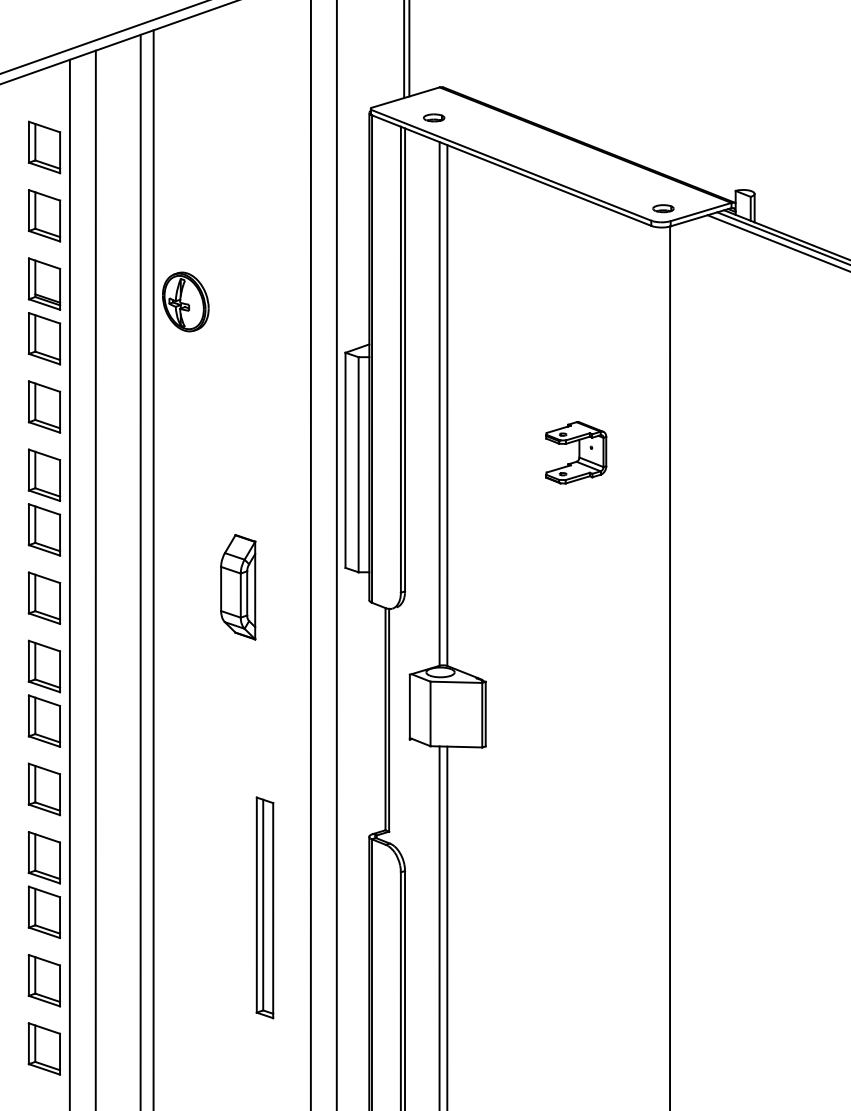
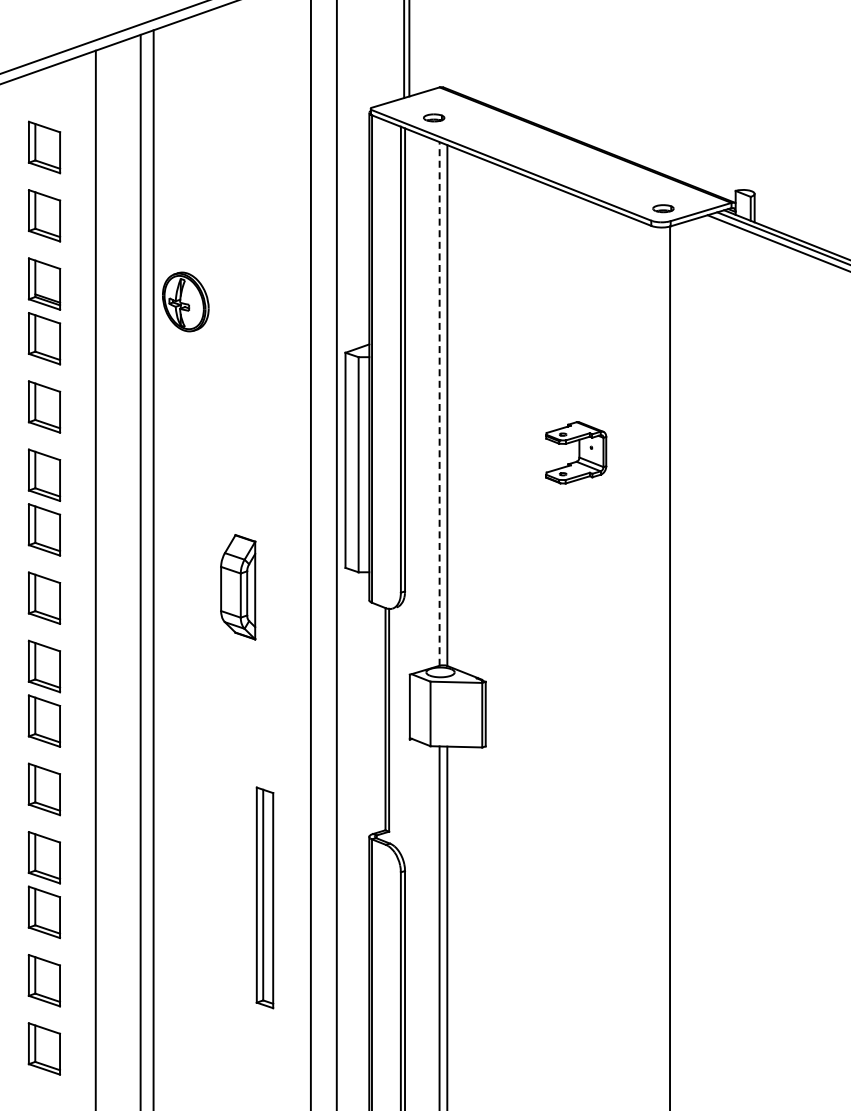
line at (439, 403): solid -> dashed
line at (69, 583): present -> none
part at (264, 907) position: (264, 907) -> (264, 897)
